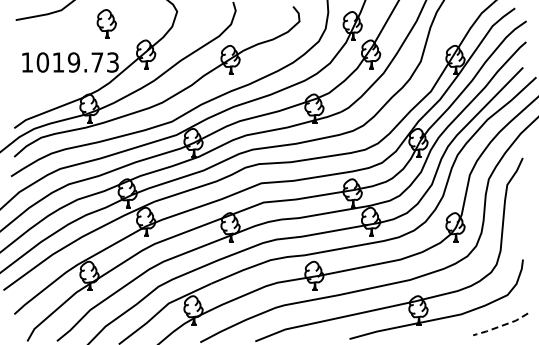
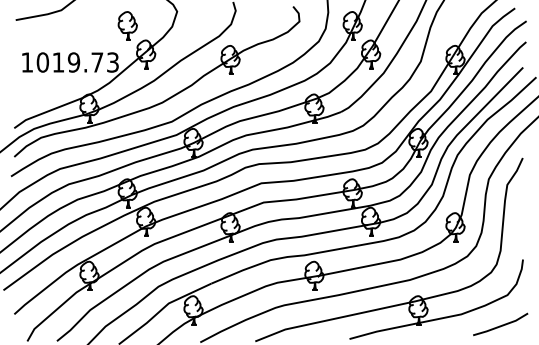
part at (106, 23) position: (106, 23) -> (127, 25)
line at (501, 326): dashed -> solid
